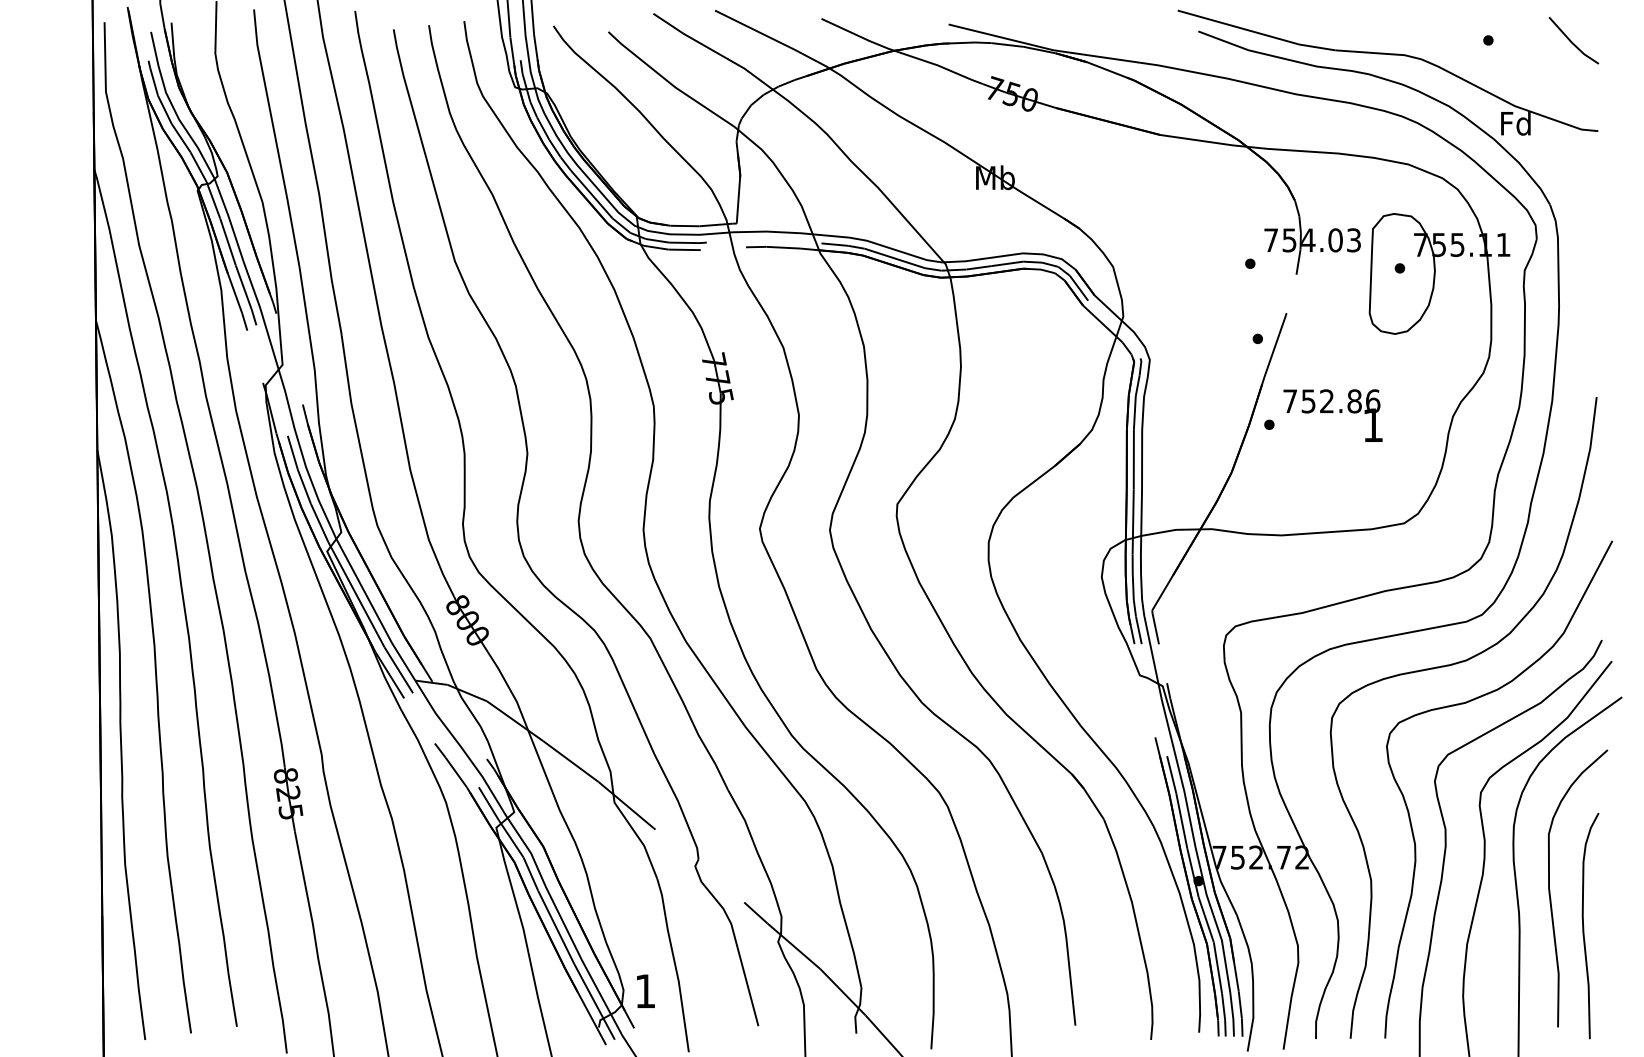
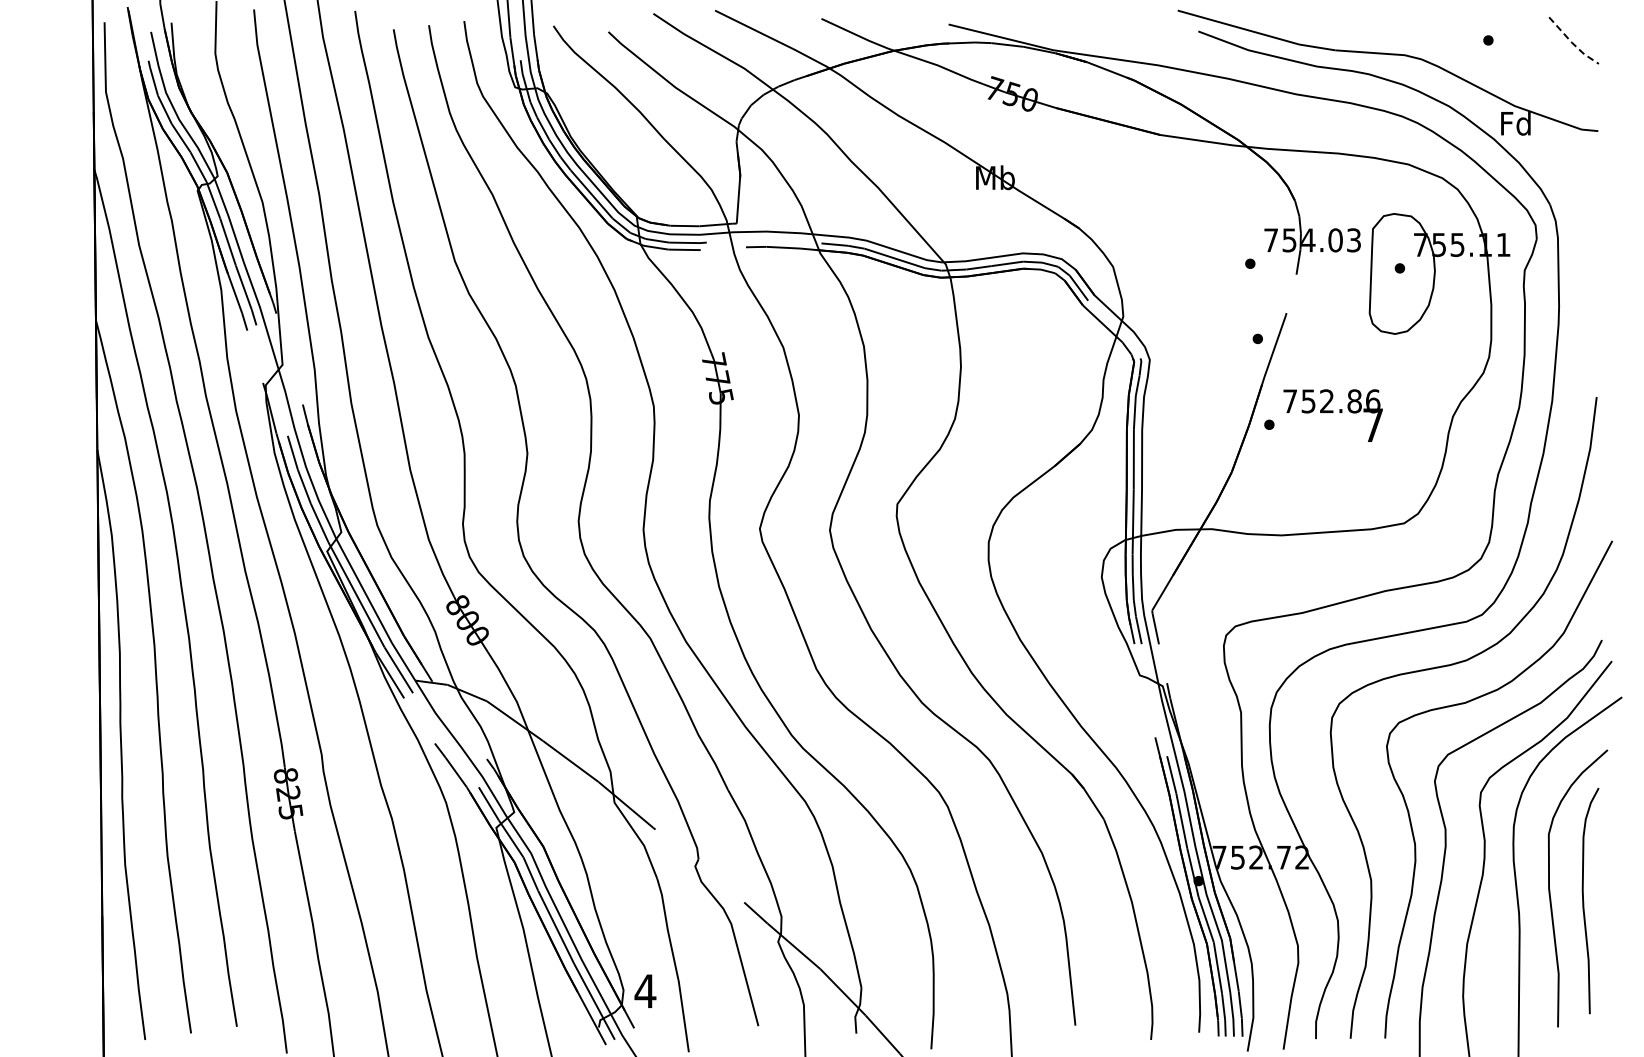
line at (1572, 43): solid -> dashed
text at (1372, 424): 1 -> 7
curve at (1584, 926) position: (1584, 926) -> (1584, 901)
text at (645, 990): 1 -> 4
